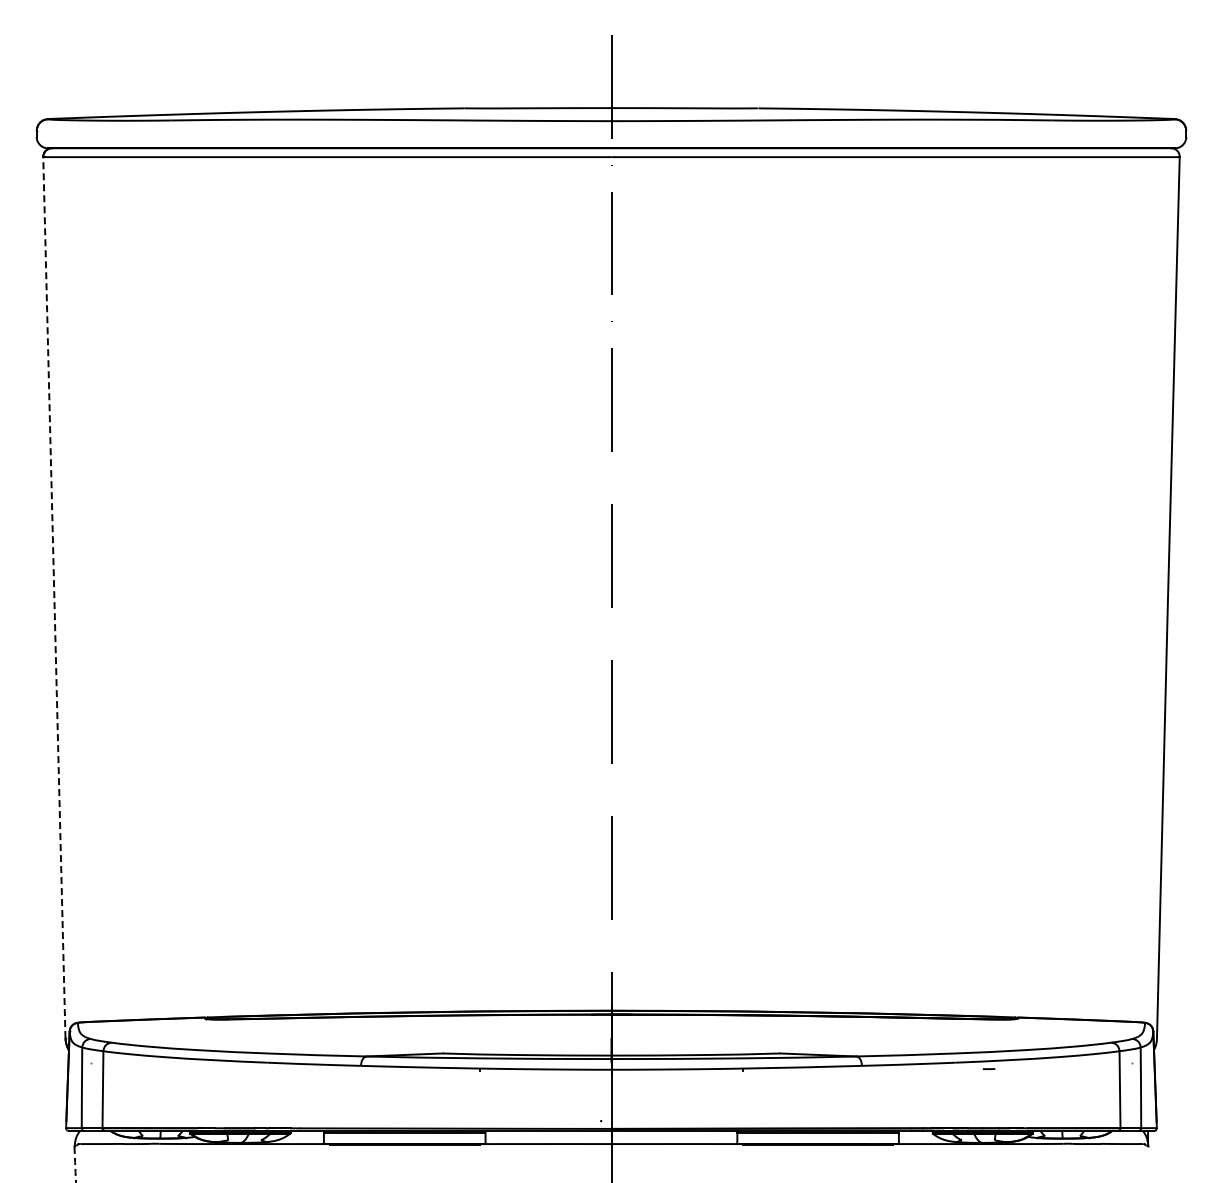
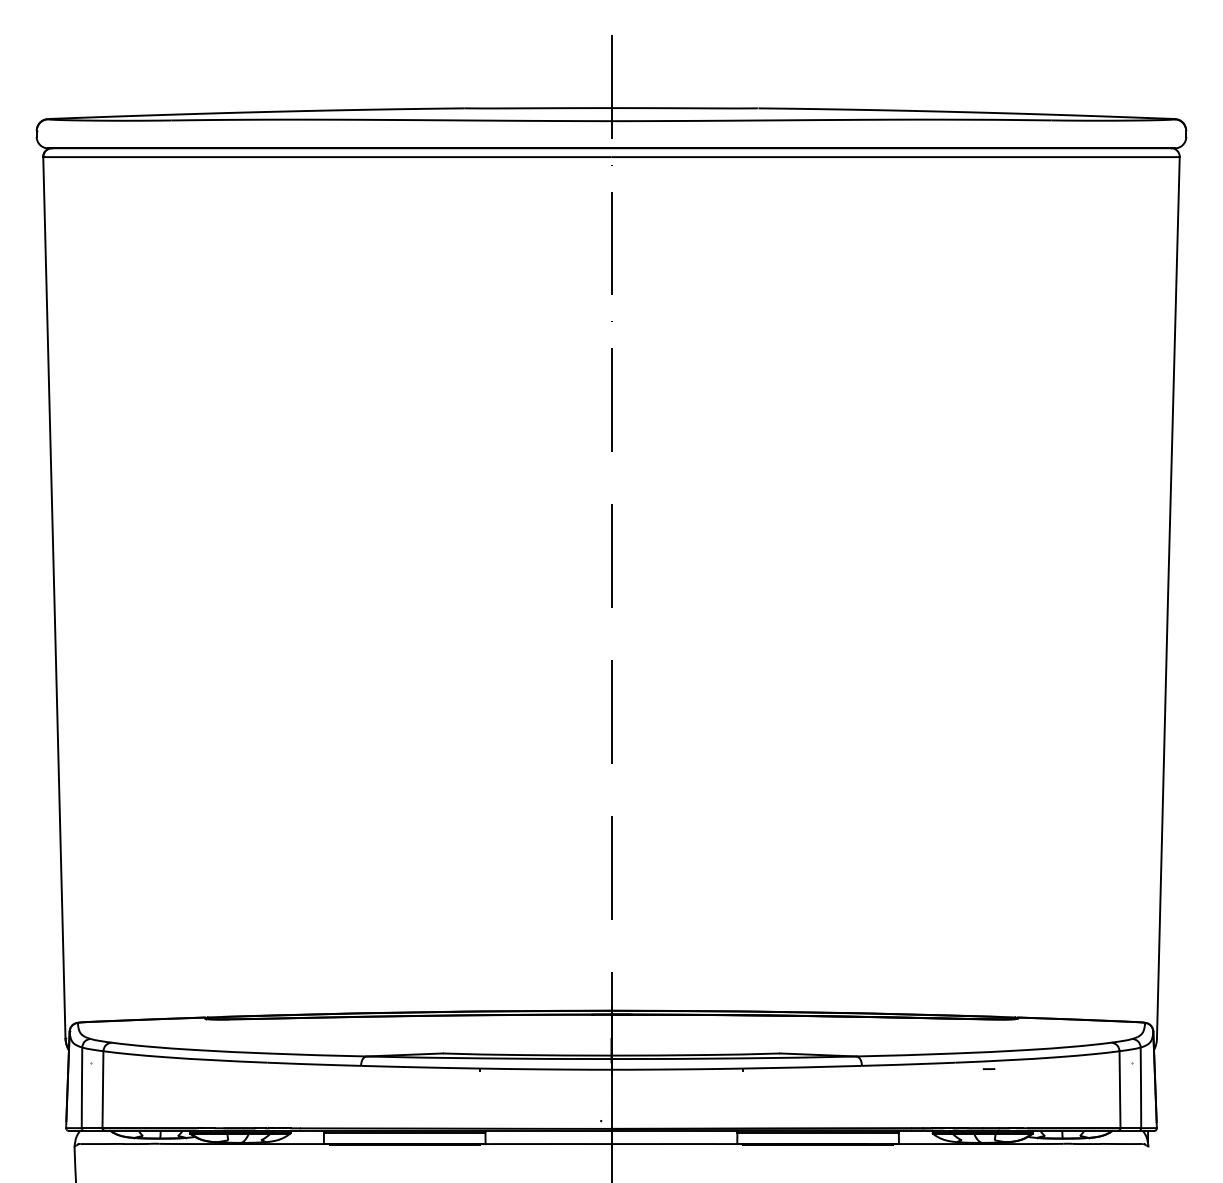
line at (54, 597): dashed -> solid
arc at (75, 1165): dashed -> solid
